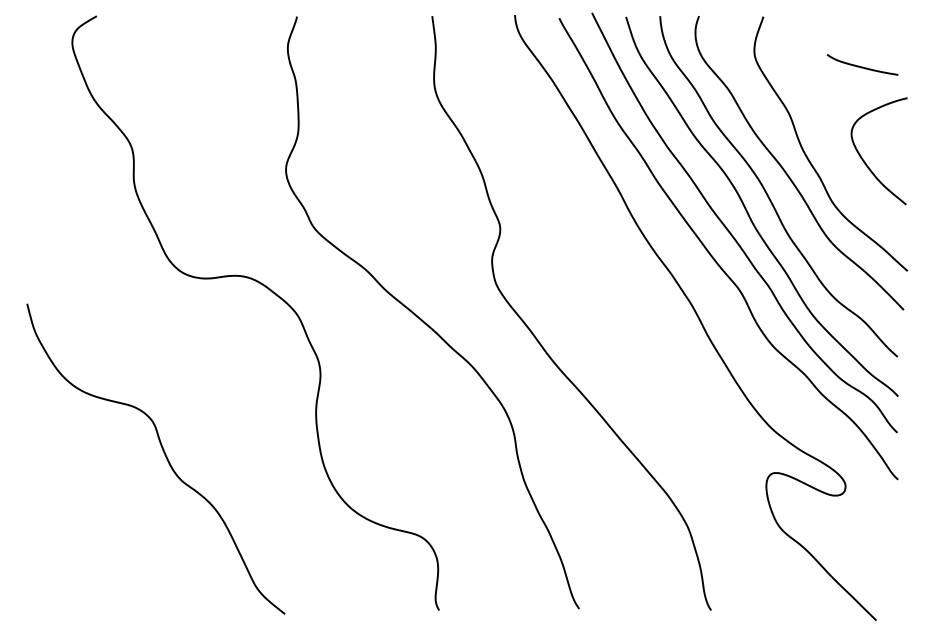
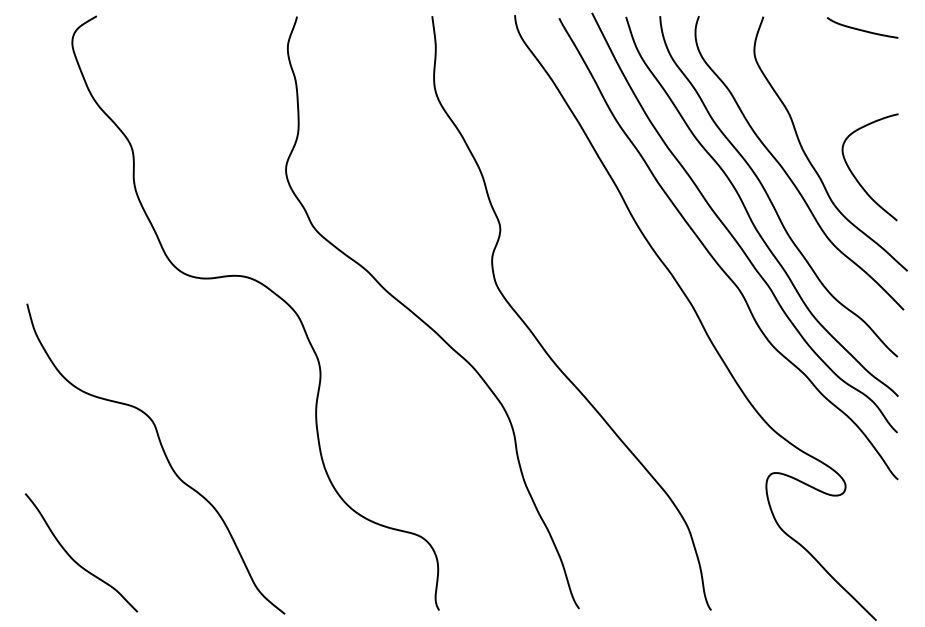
curve at (862, 66) position: (862, 66) -> (862, 29)
curve at (865, 161) position: (865, 161) -> (856, 177)
curve at (74, 559): none -> present
